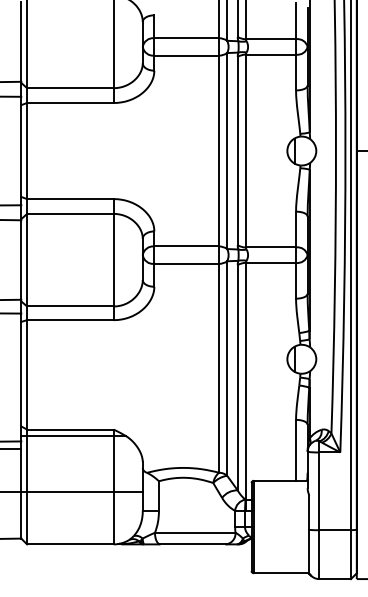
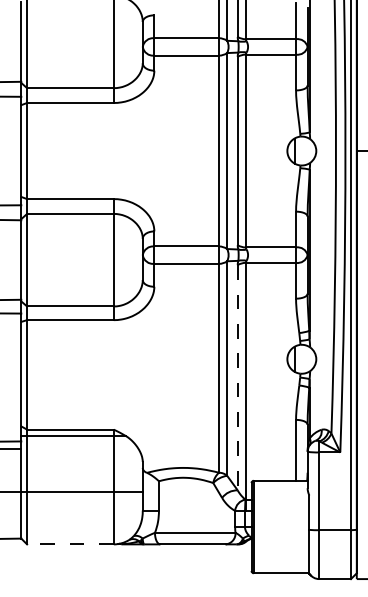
line at (237, 377): solid -> dashed
line at (69, 544): solid -> dashed
